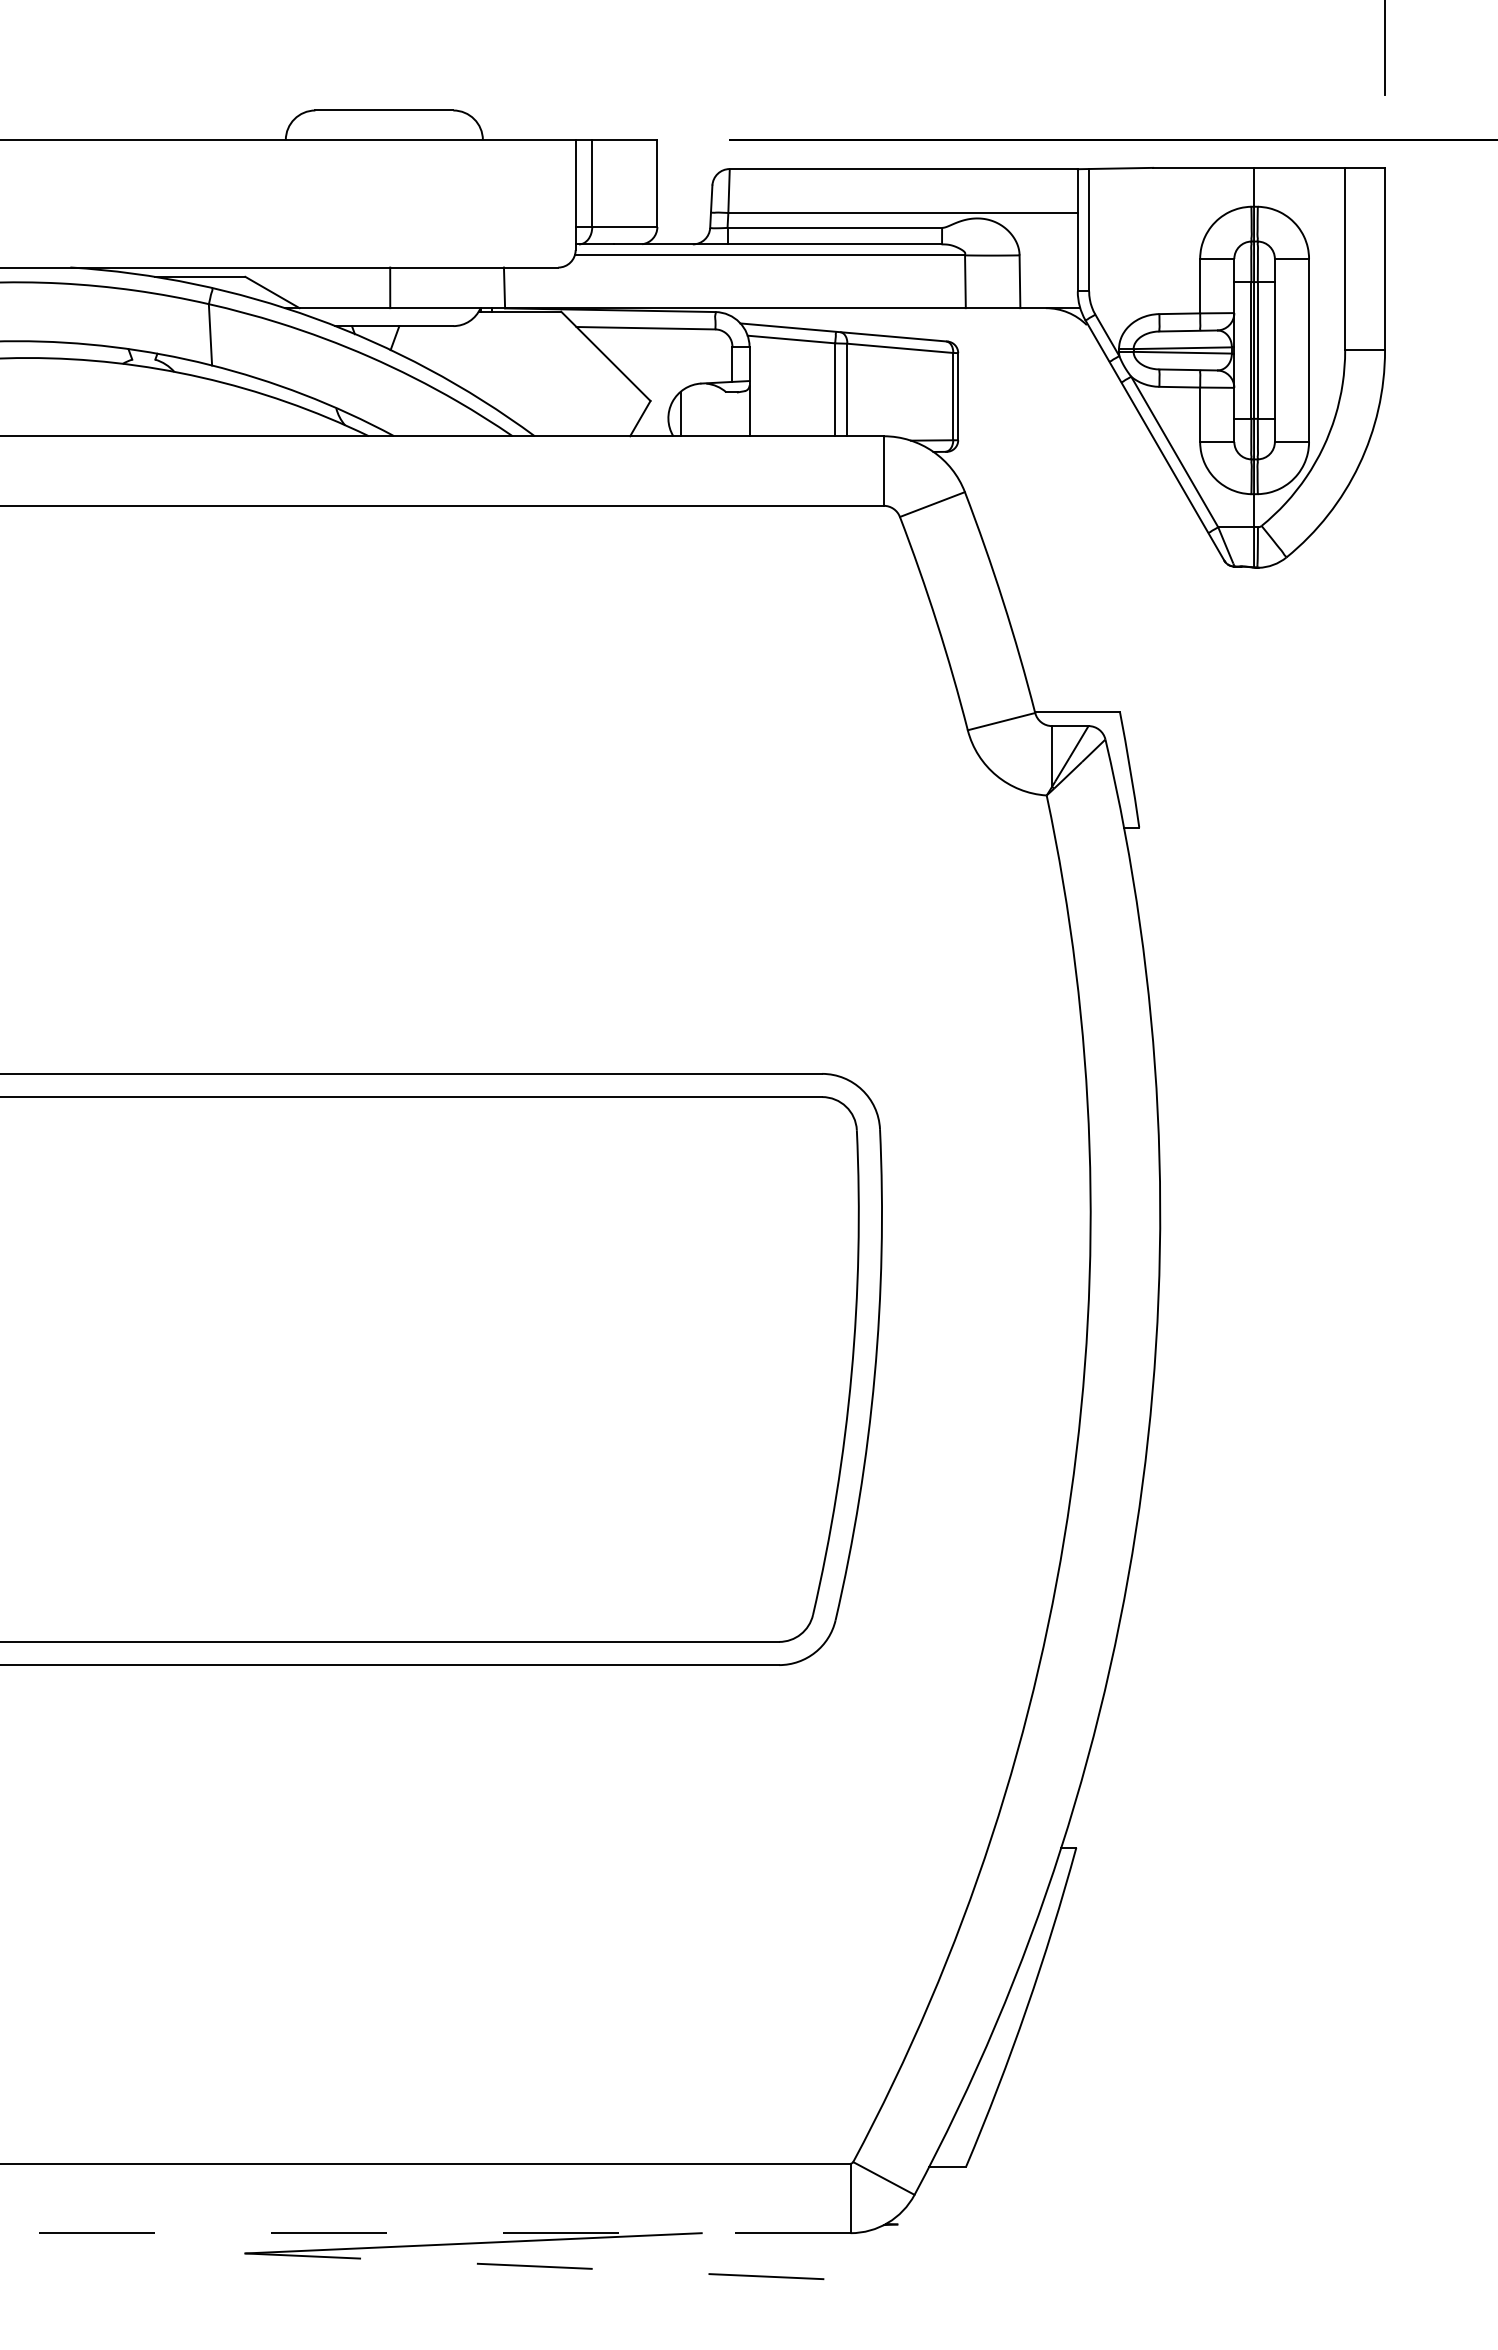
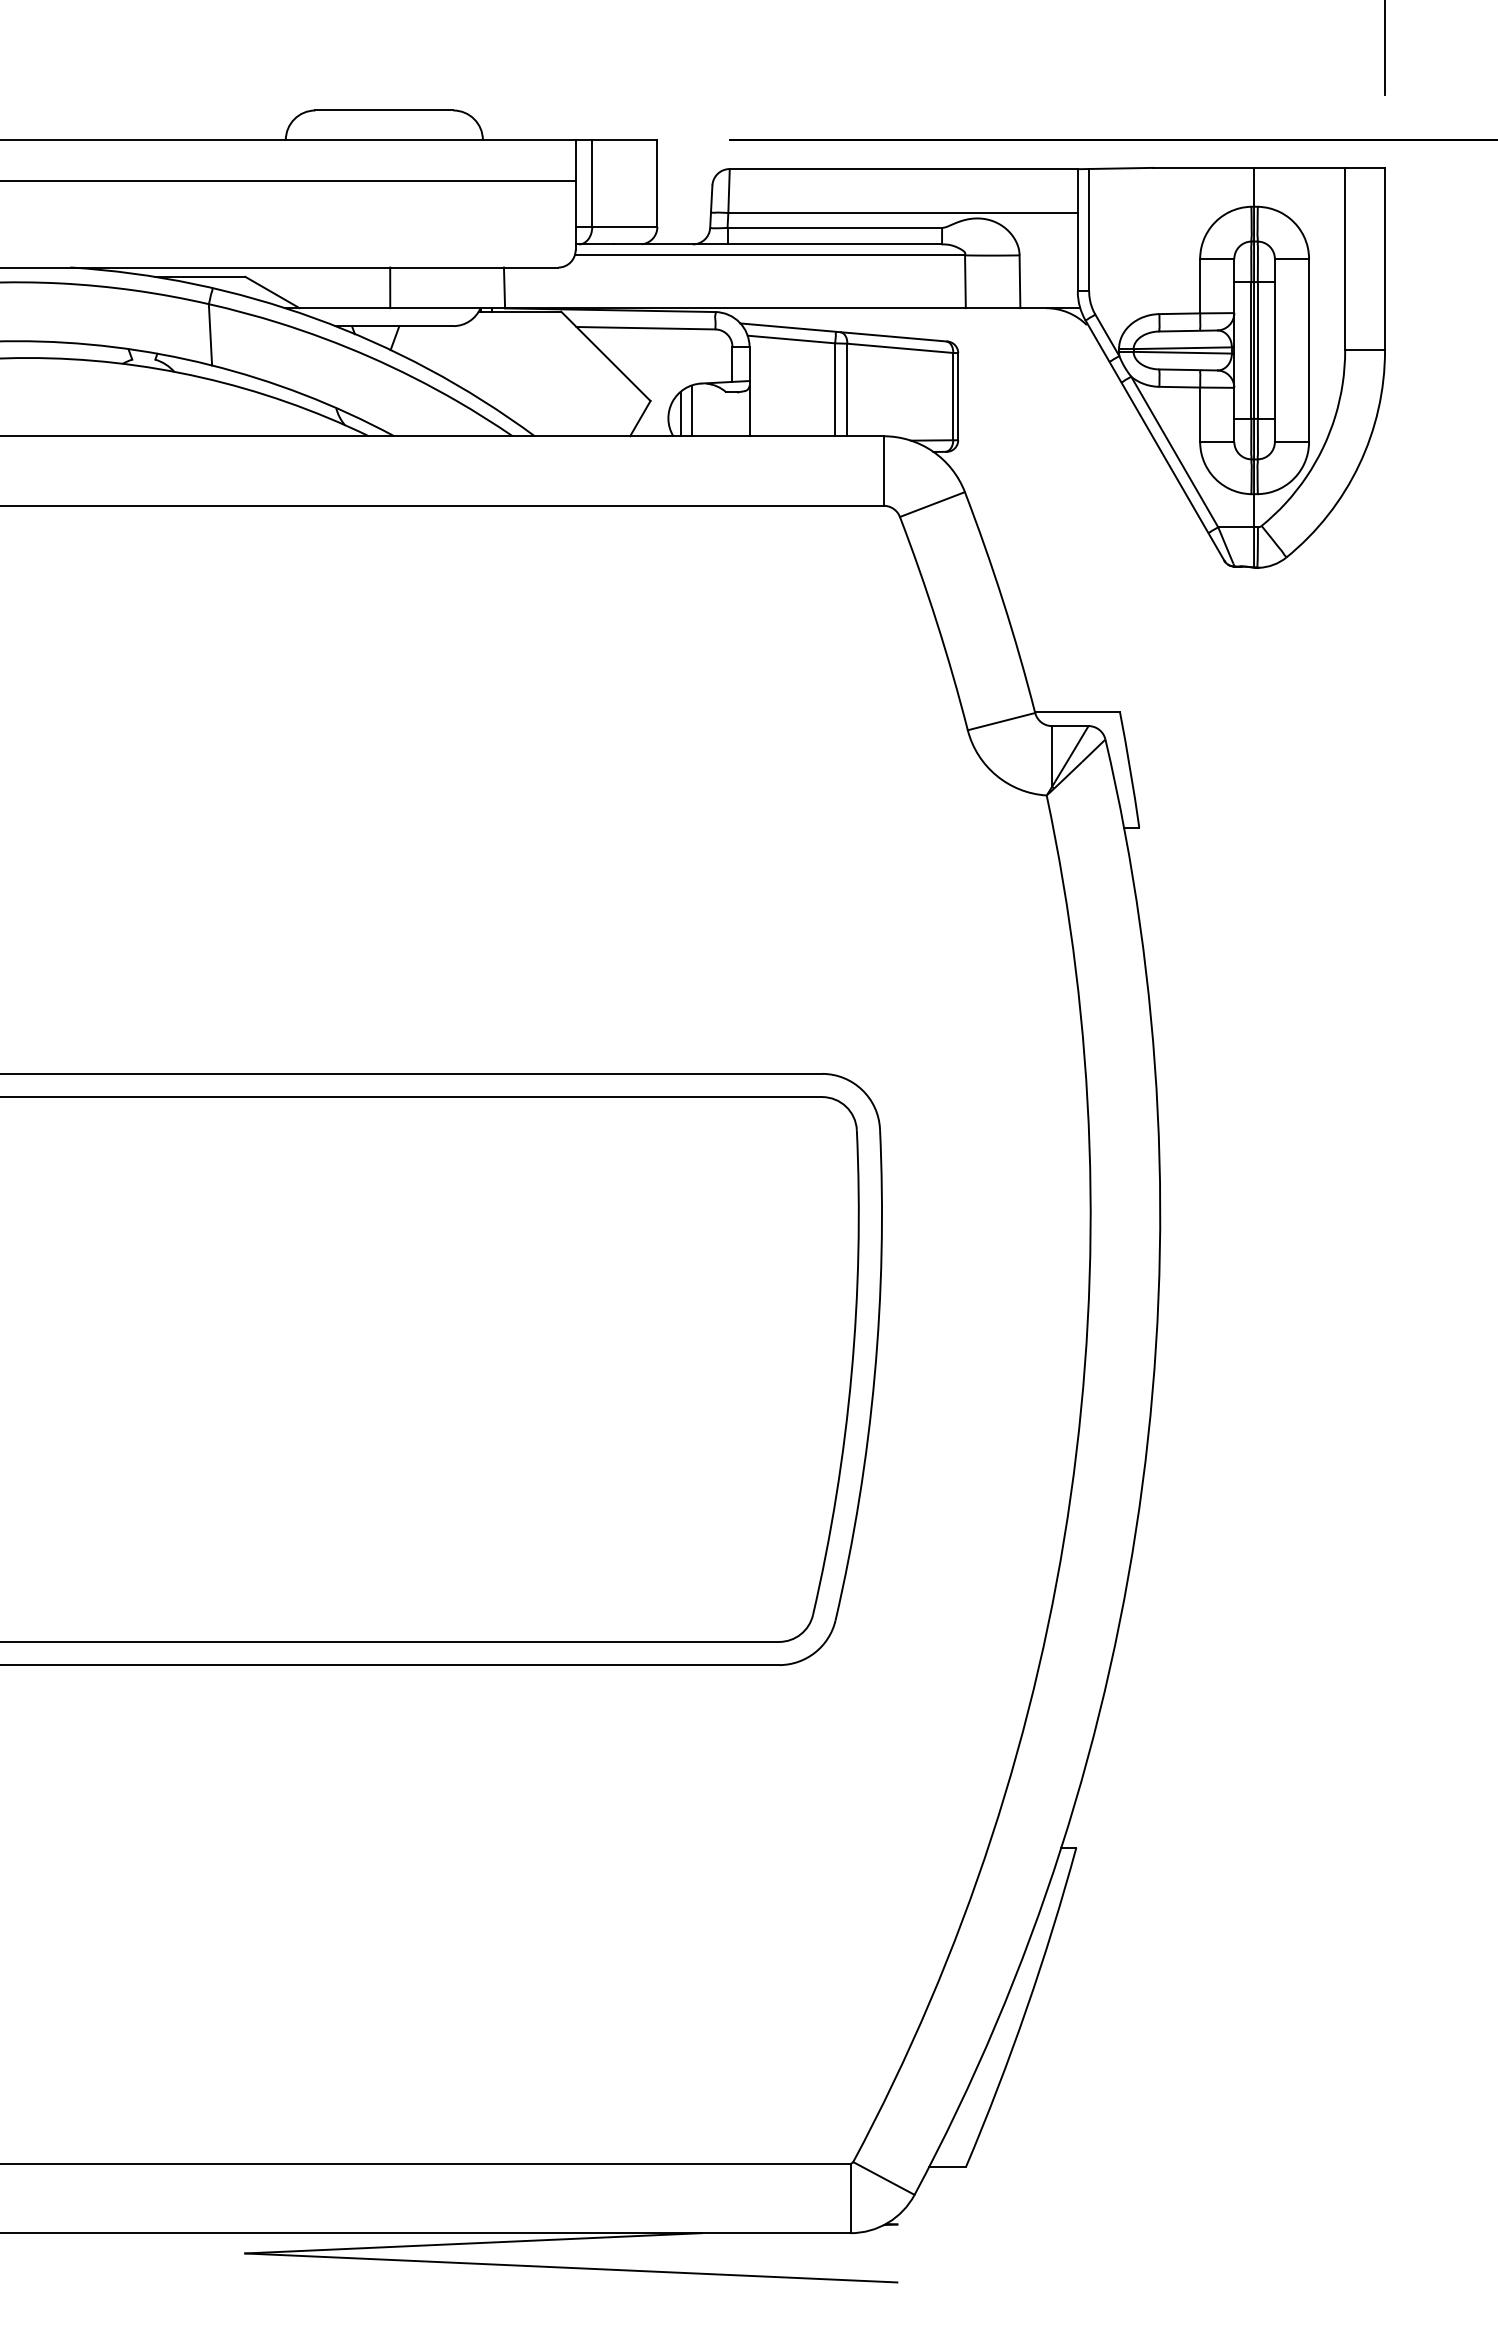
line at (288, 180): none -> present
line at (691, 410): none -> present
line at (424, 2233): dashed -> solid
line at (571, 2267): dashed -> solid
